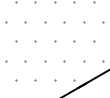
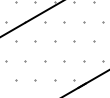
line at (31, 18): none -> present
